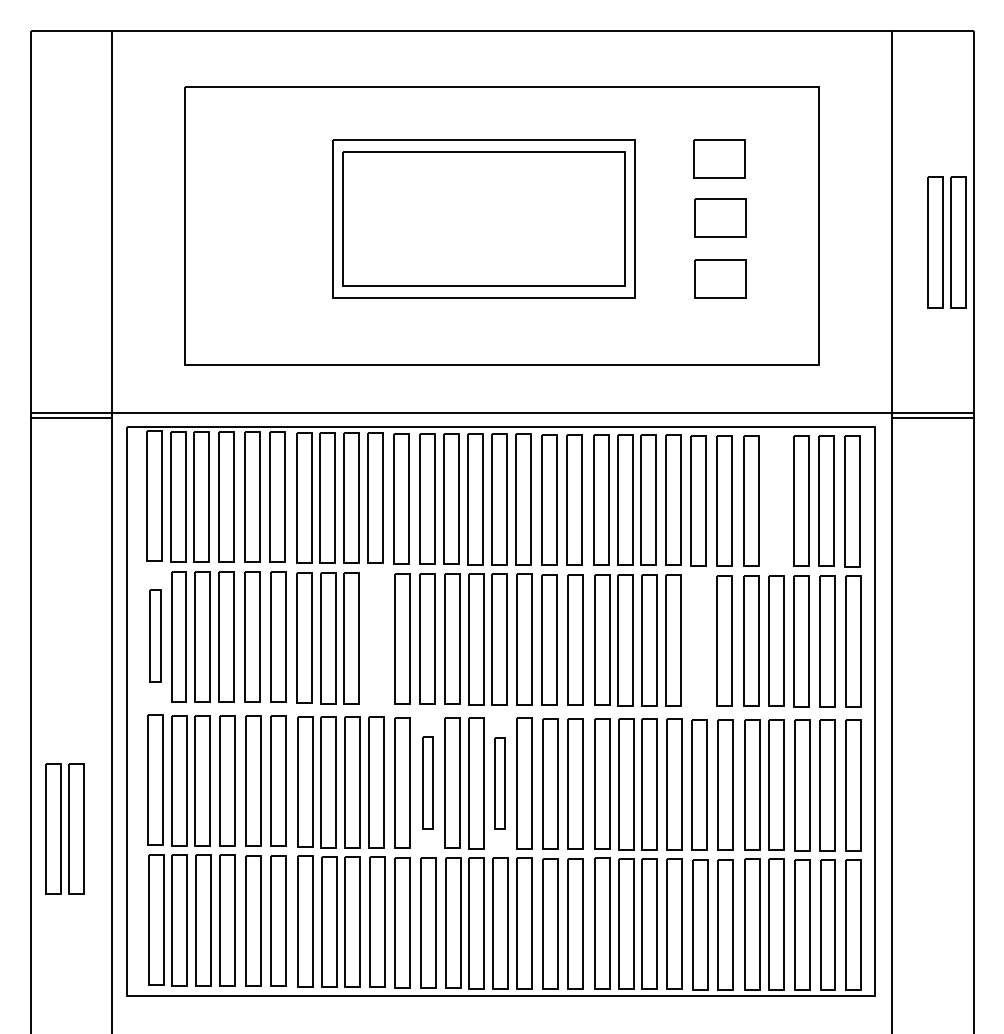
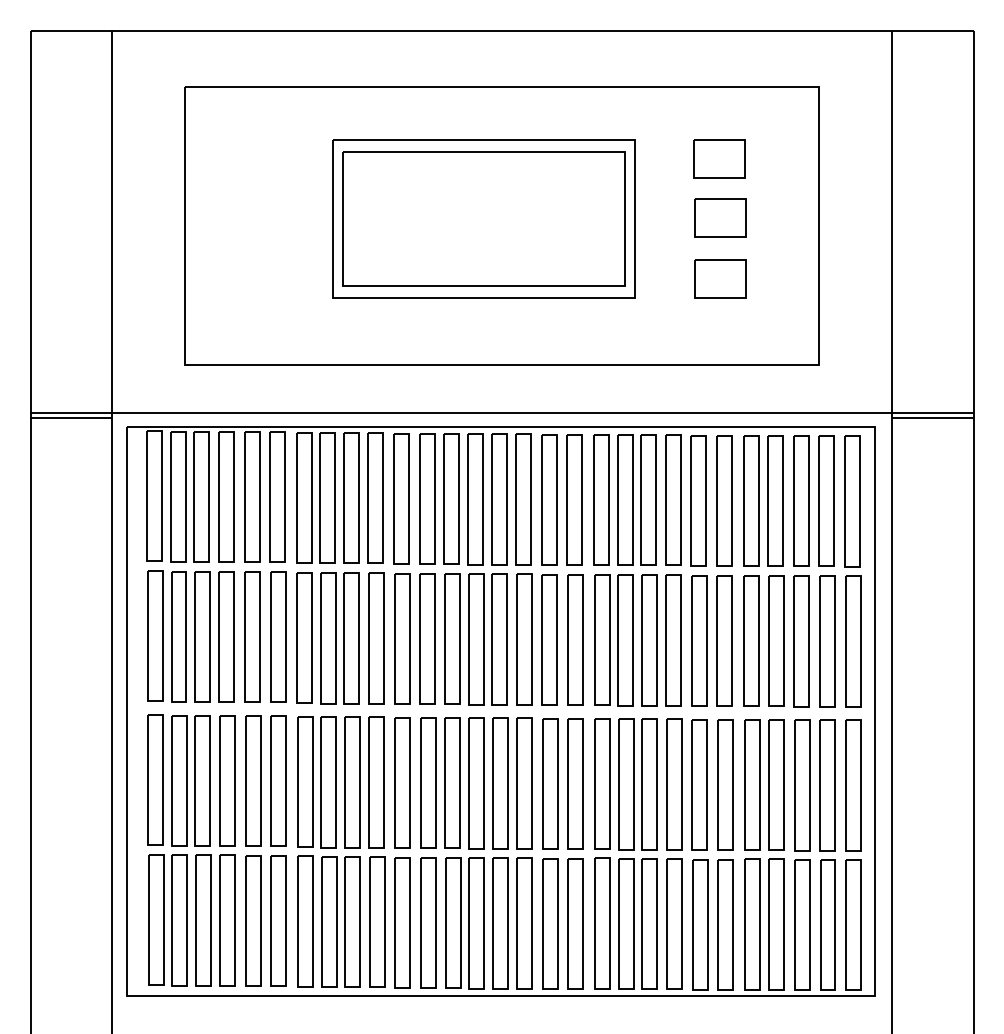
part at (946, 242): present -> none
part at (775, 500): none -> present
part at (155, 635) size: 13x94 px -> 17x132 px
part at (376, 638): none -> present
part at (699, 640): none -> present
part at (427, 782) size: 12x94 px -> 17x132 px
part at (499, 783) size: 12x93 px -> 17x133 px
part at (64, 828): present -> none
